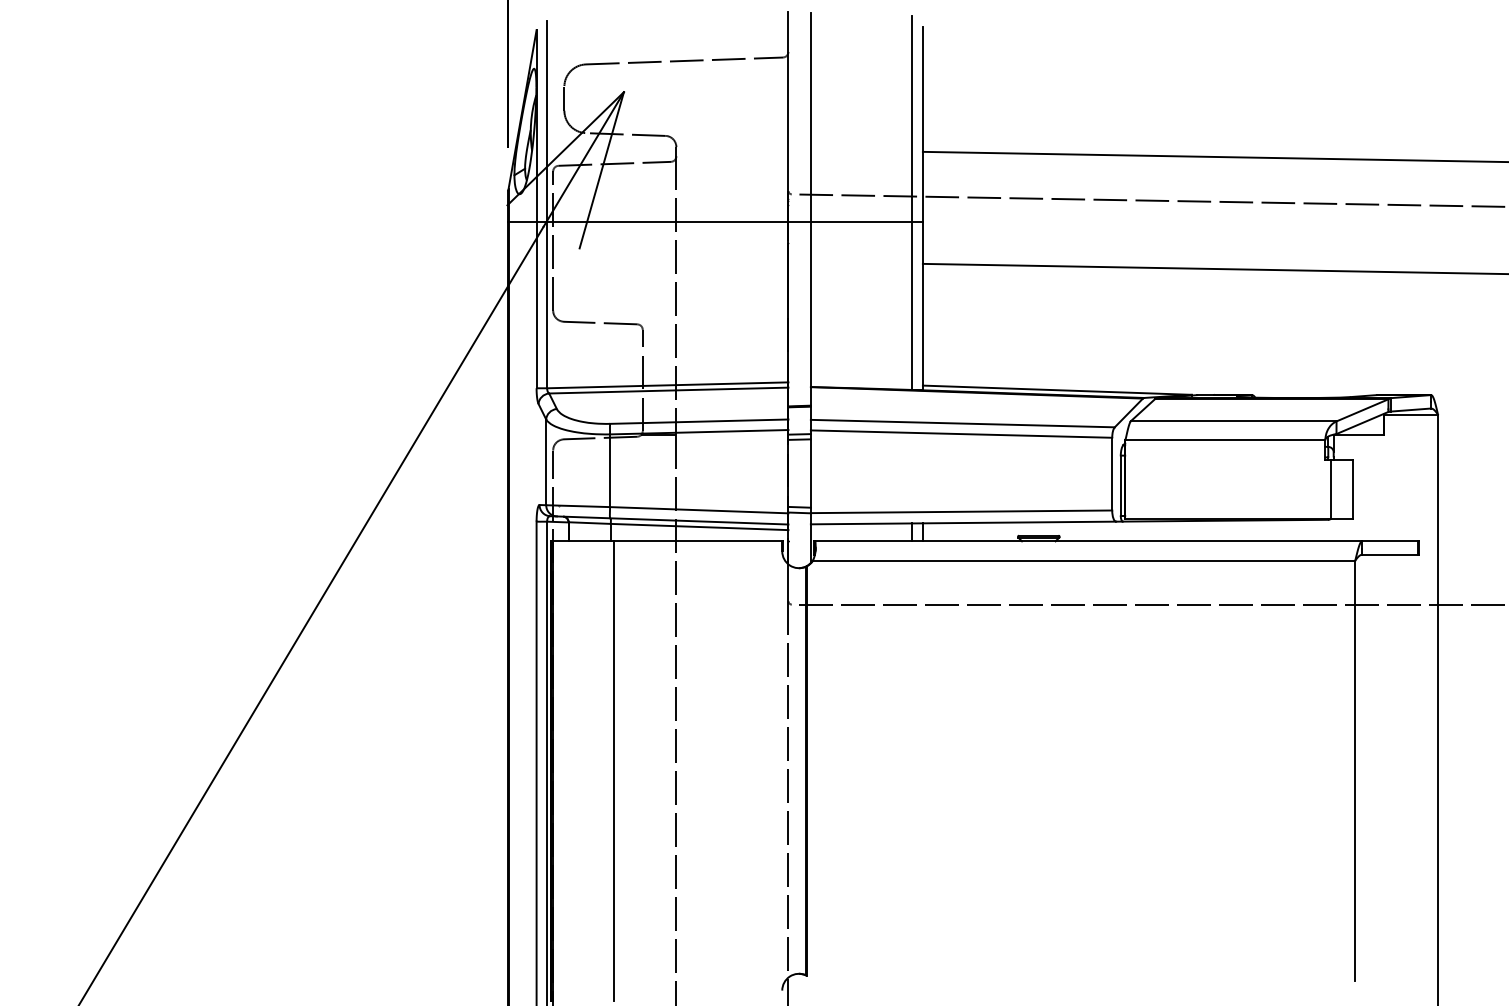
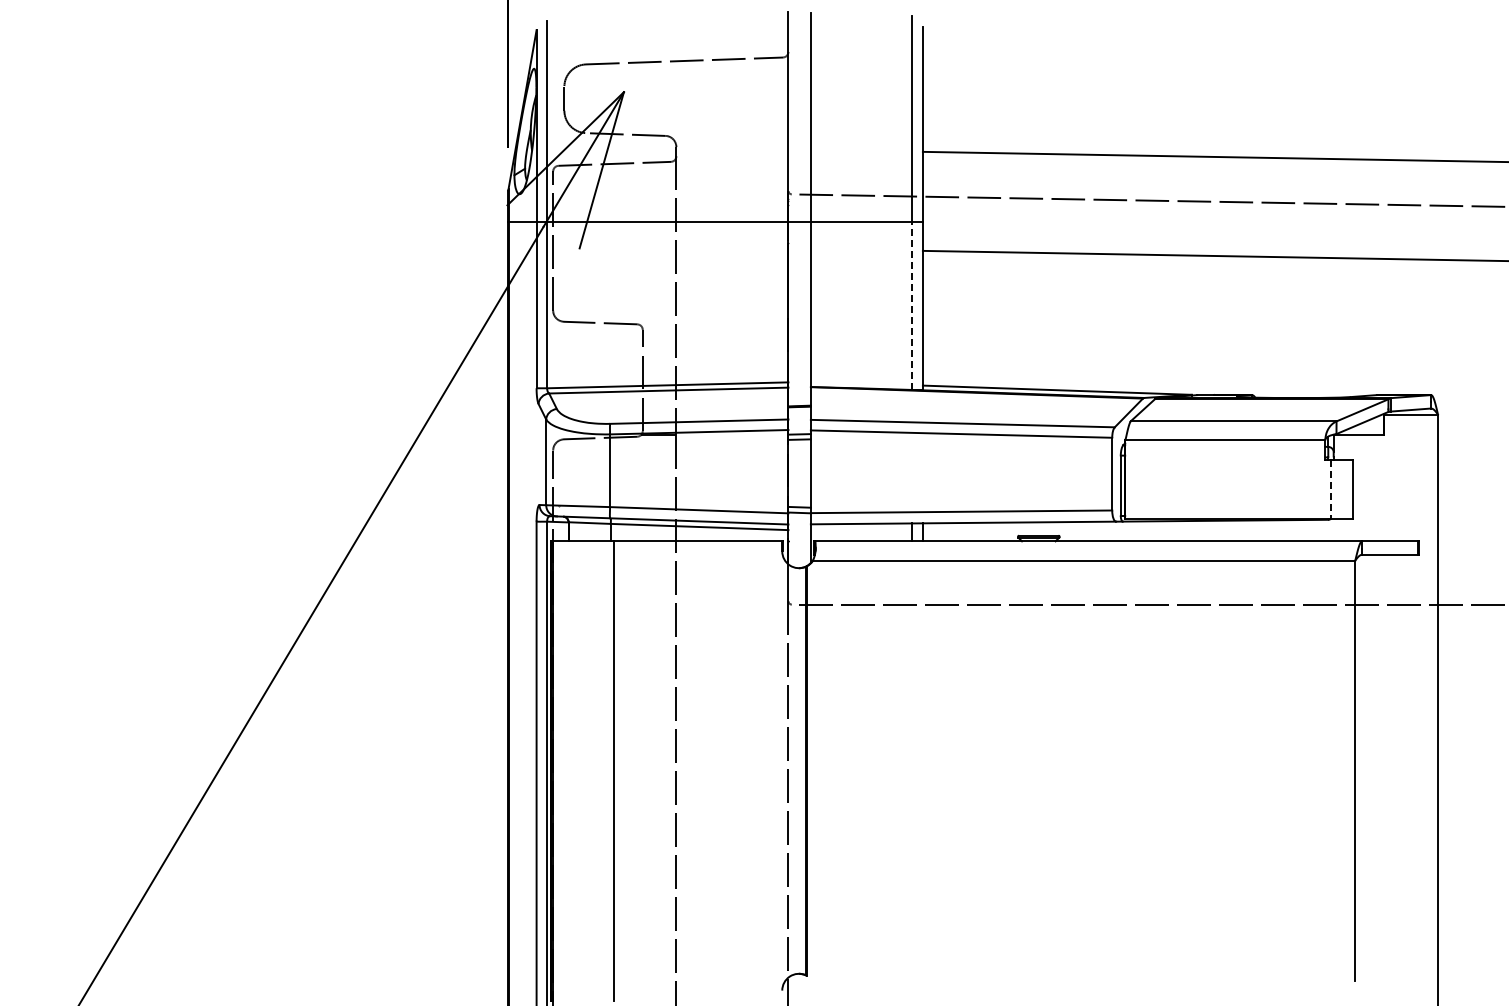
line at (1213, 268) position: (1213, 268) -> (1213, 255)
line at (912, 306): solid -> dashed
line at (1330, 489): solid -> dashed
